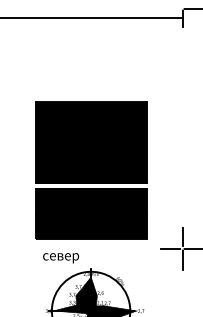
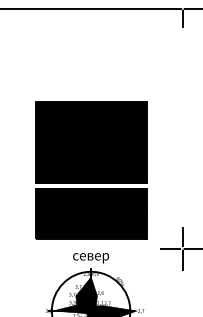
line at (91, 18) position: (91, 18) -> (91, 9)
text at (61, 258) position: (61, 258) -> (91, 258)
